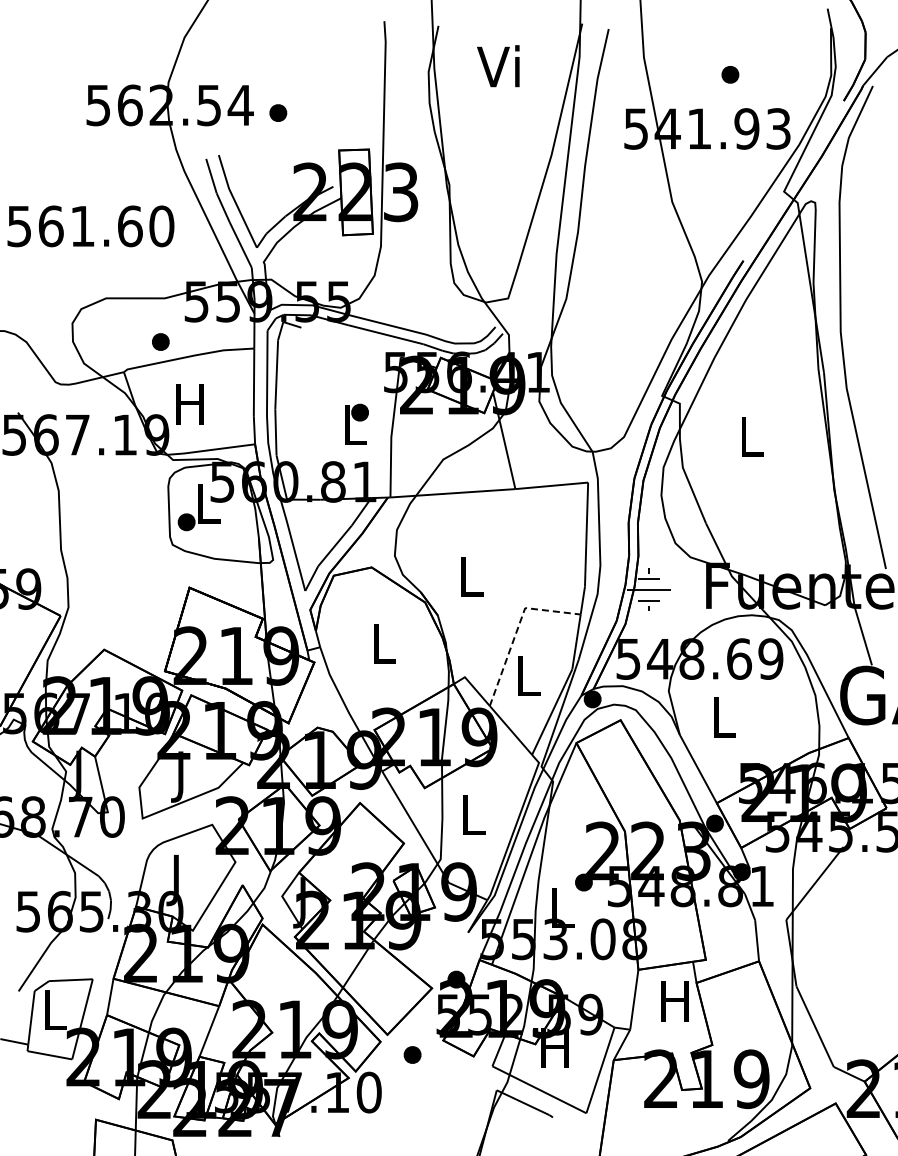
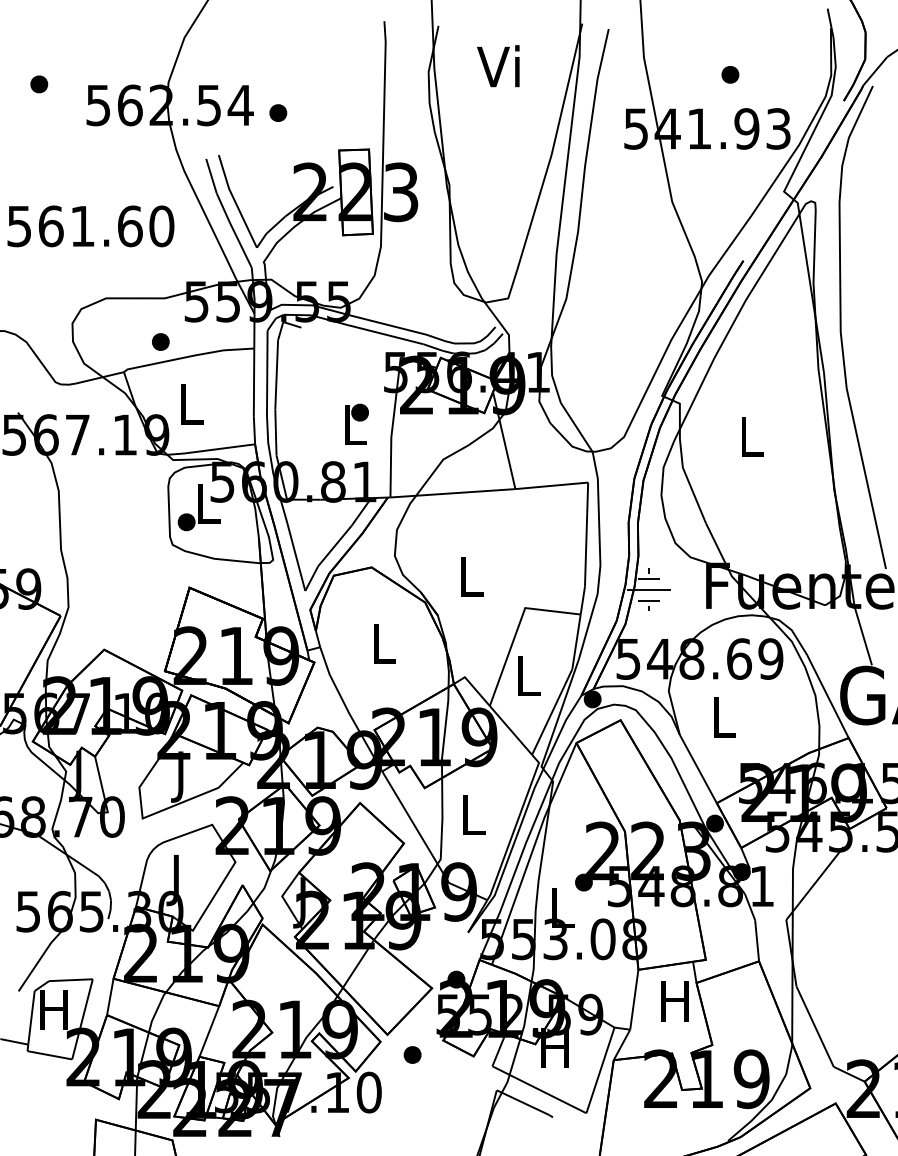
part at (39, 84): none -> present
text at (189, 404): H -> L
line at (517, 630): dashed -> solid
text at (53, 1009): L -> H
